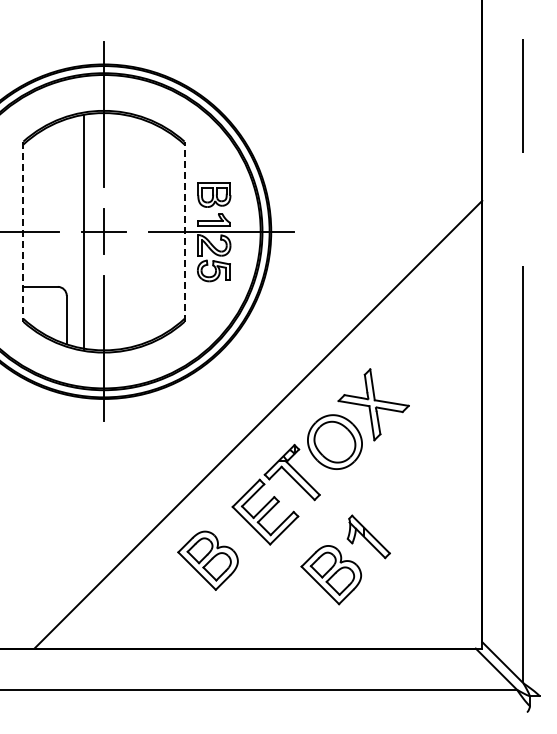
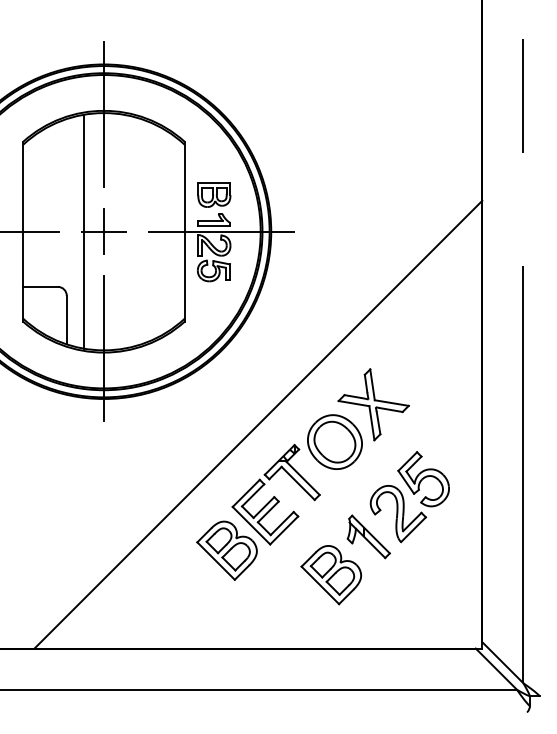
line at (184, 231): dashed -> solid
line at (23, 232): dashed -> solid
part at (409, 497): none -> present
part at (207, 560) position: (207, 560) -> (226, 550)
